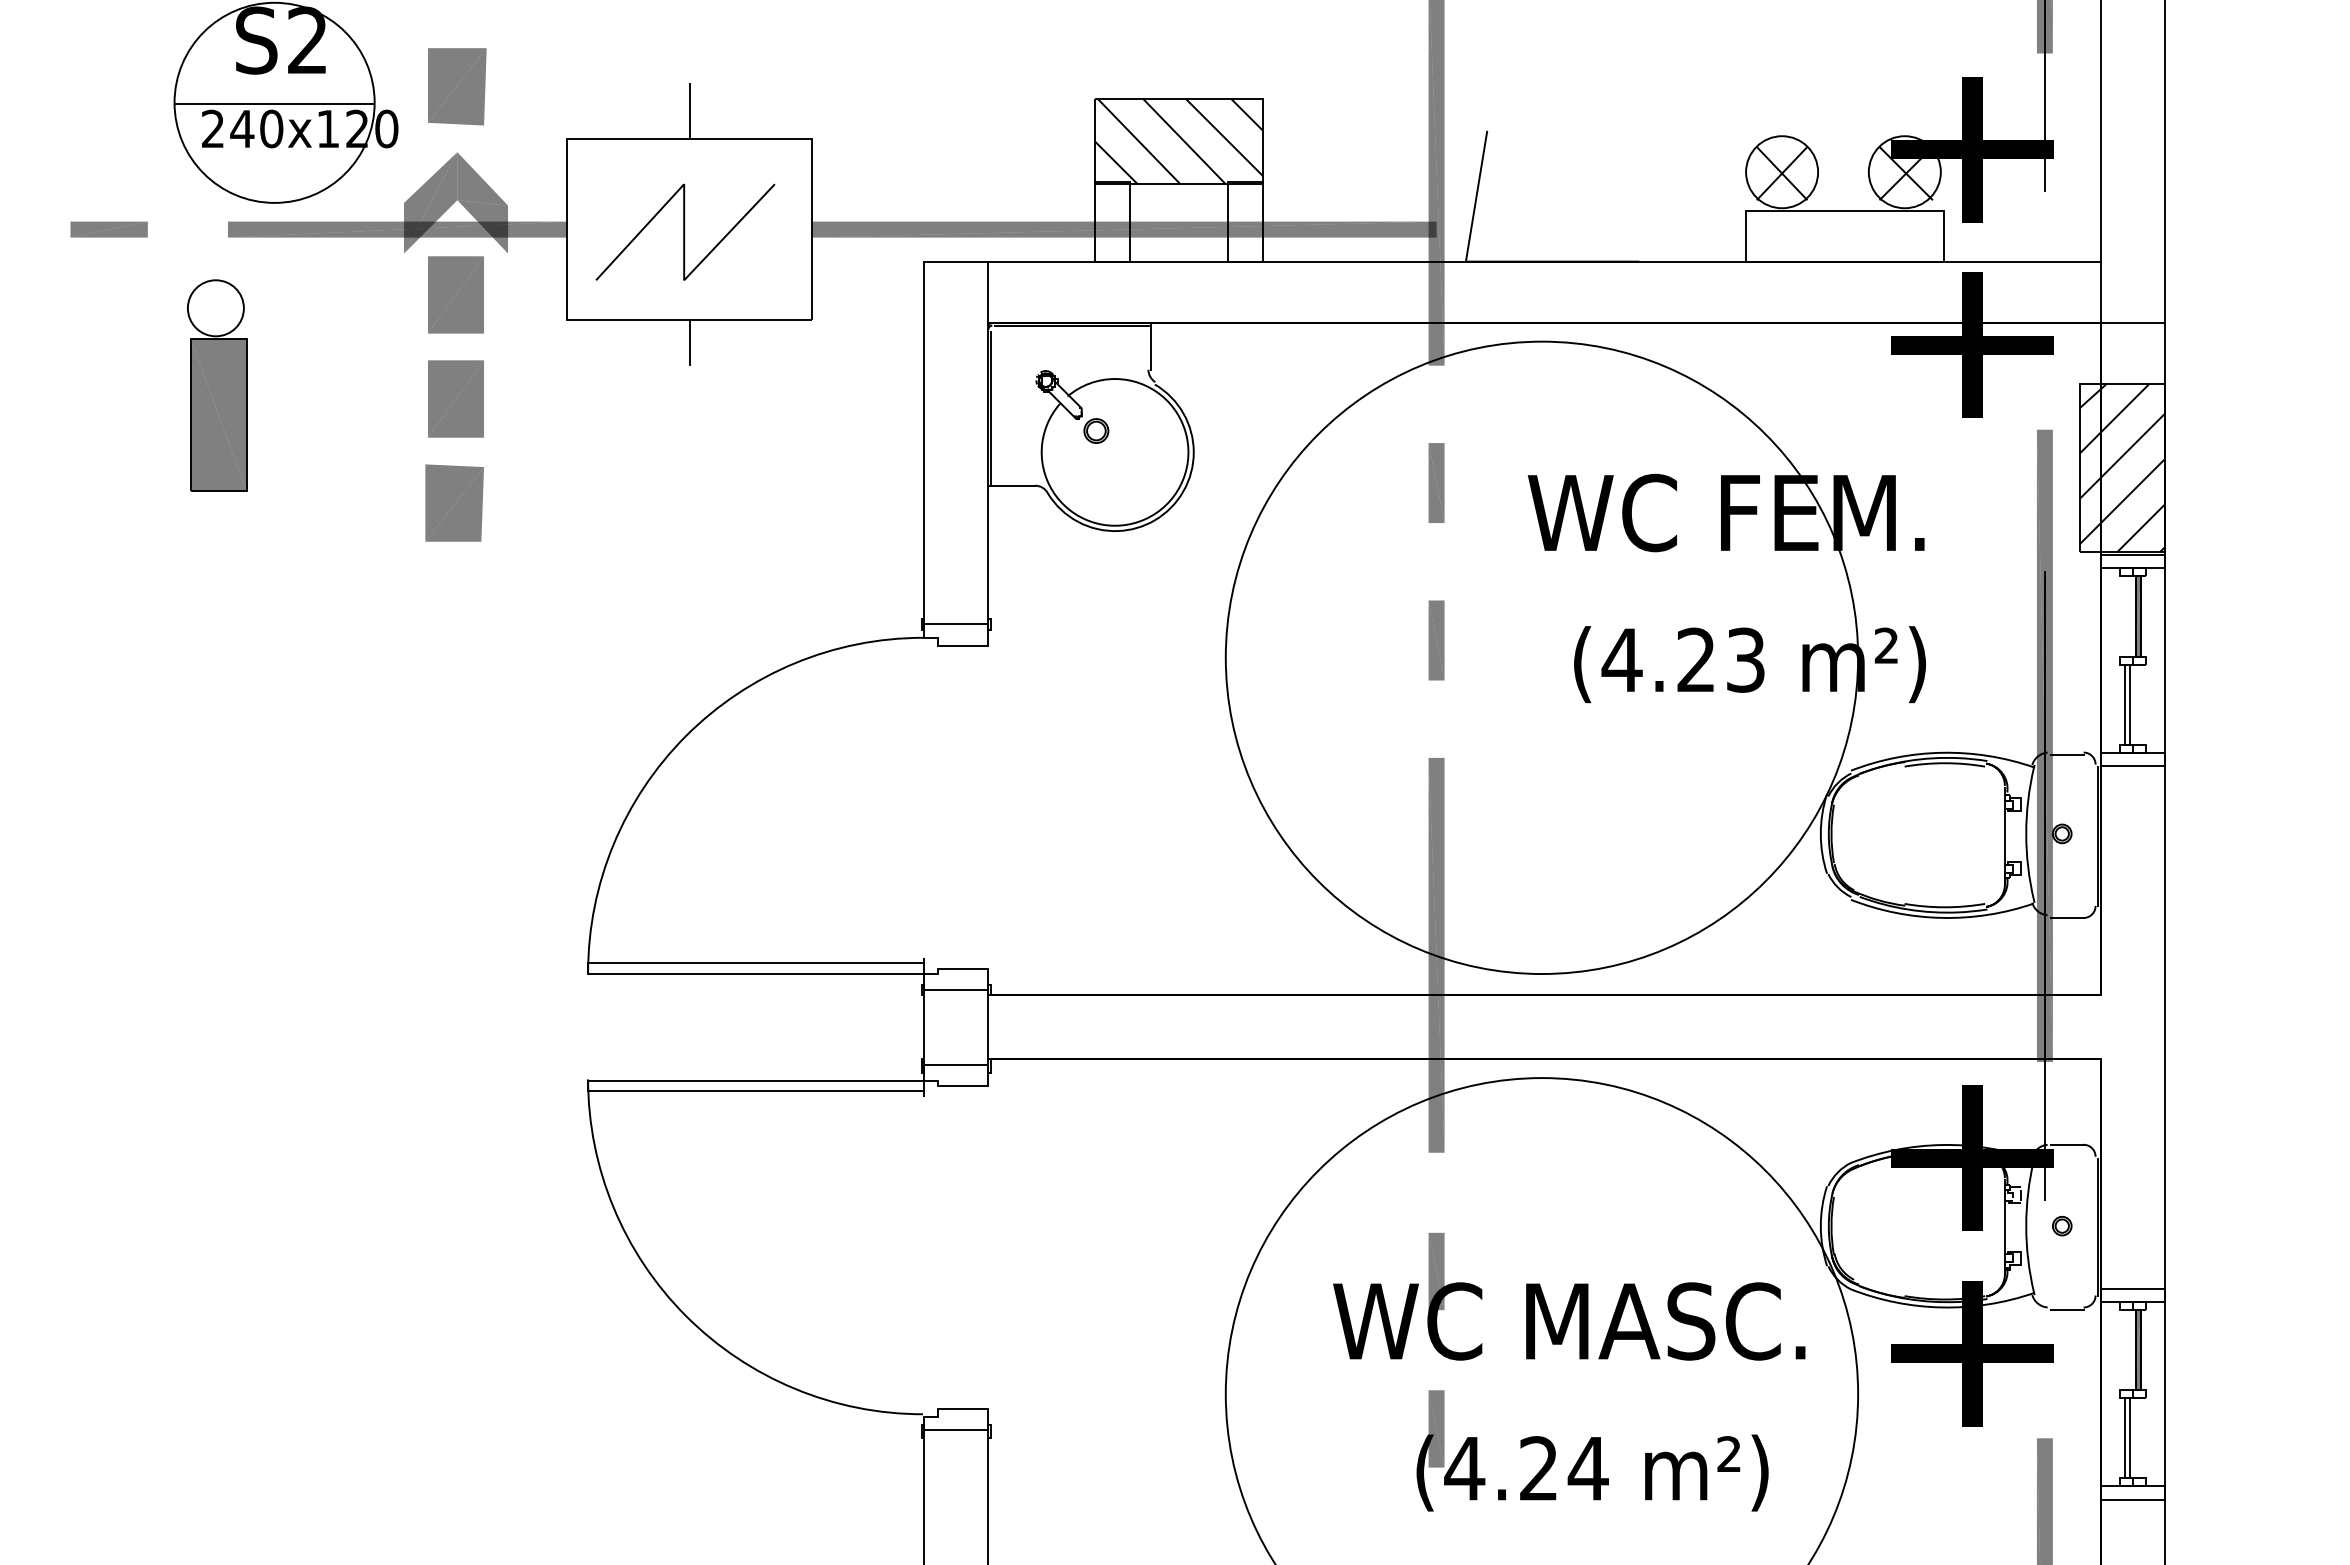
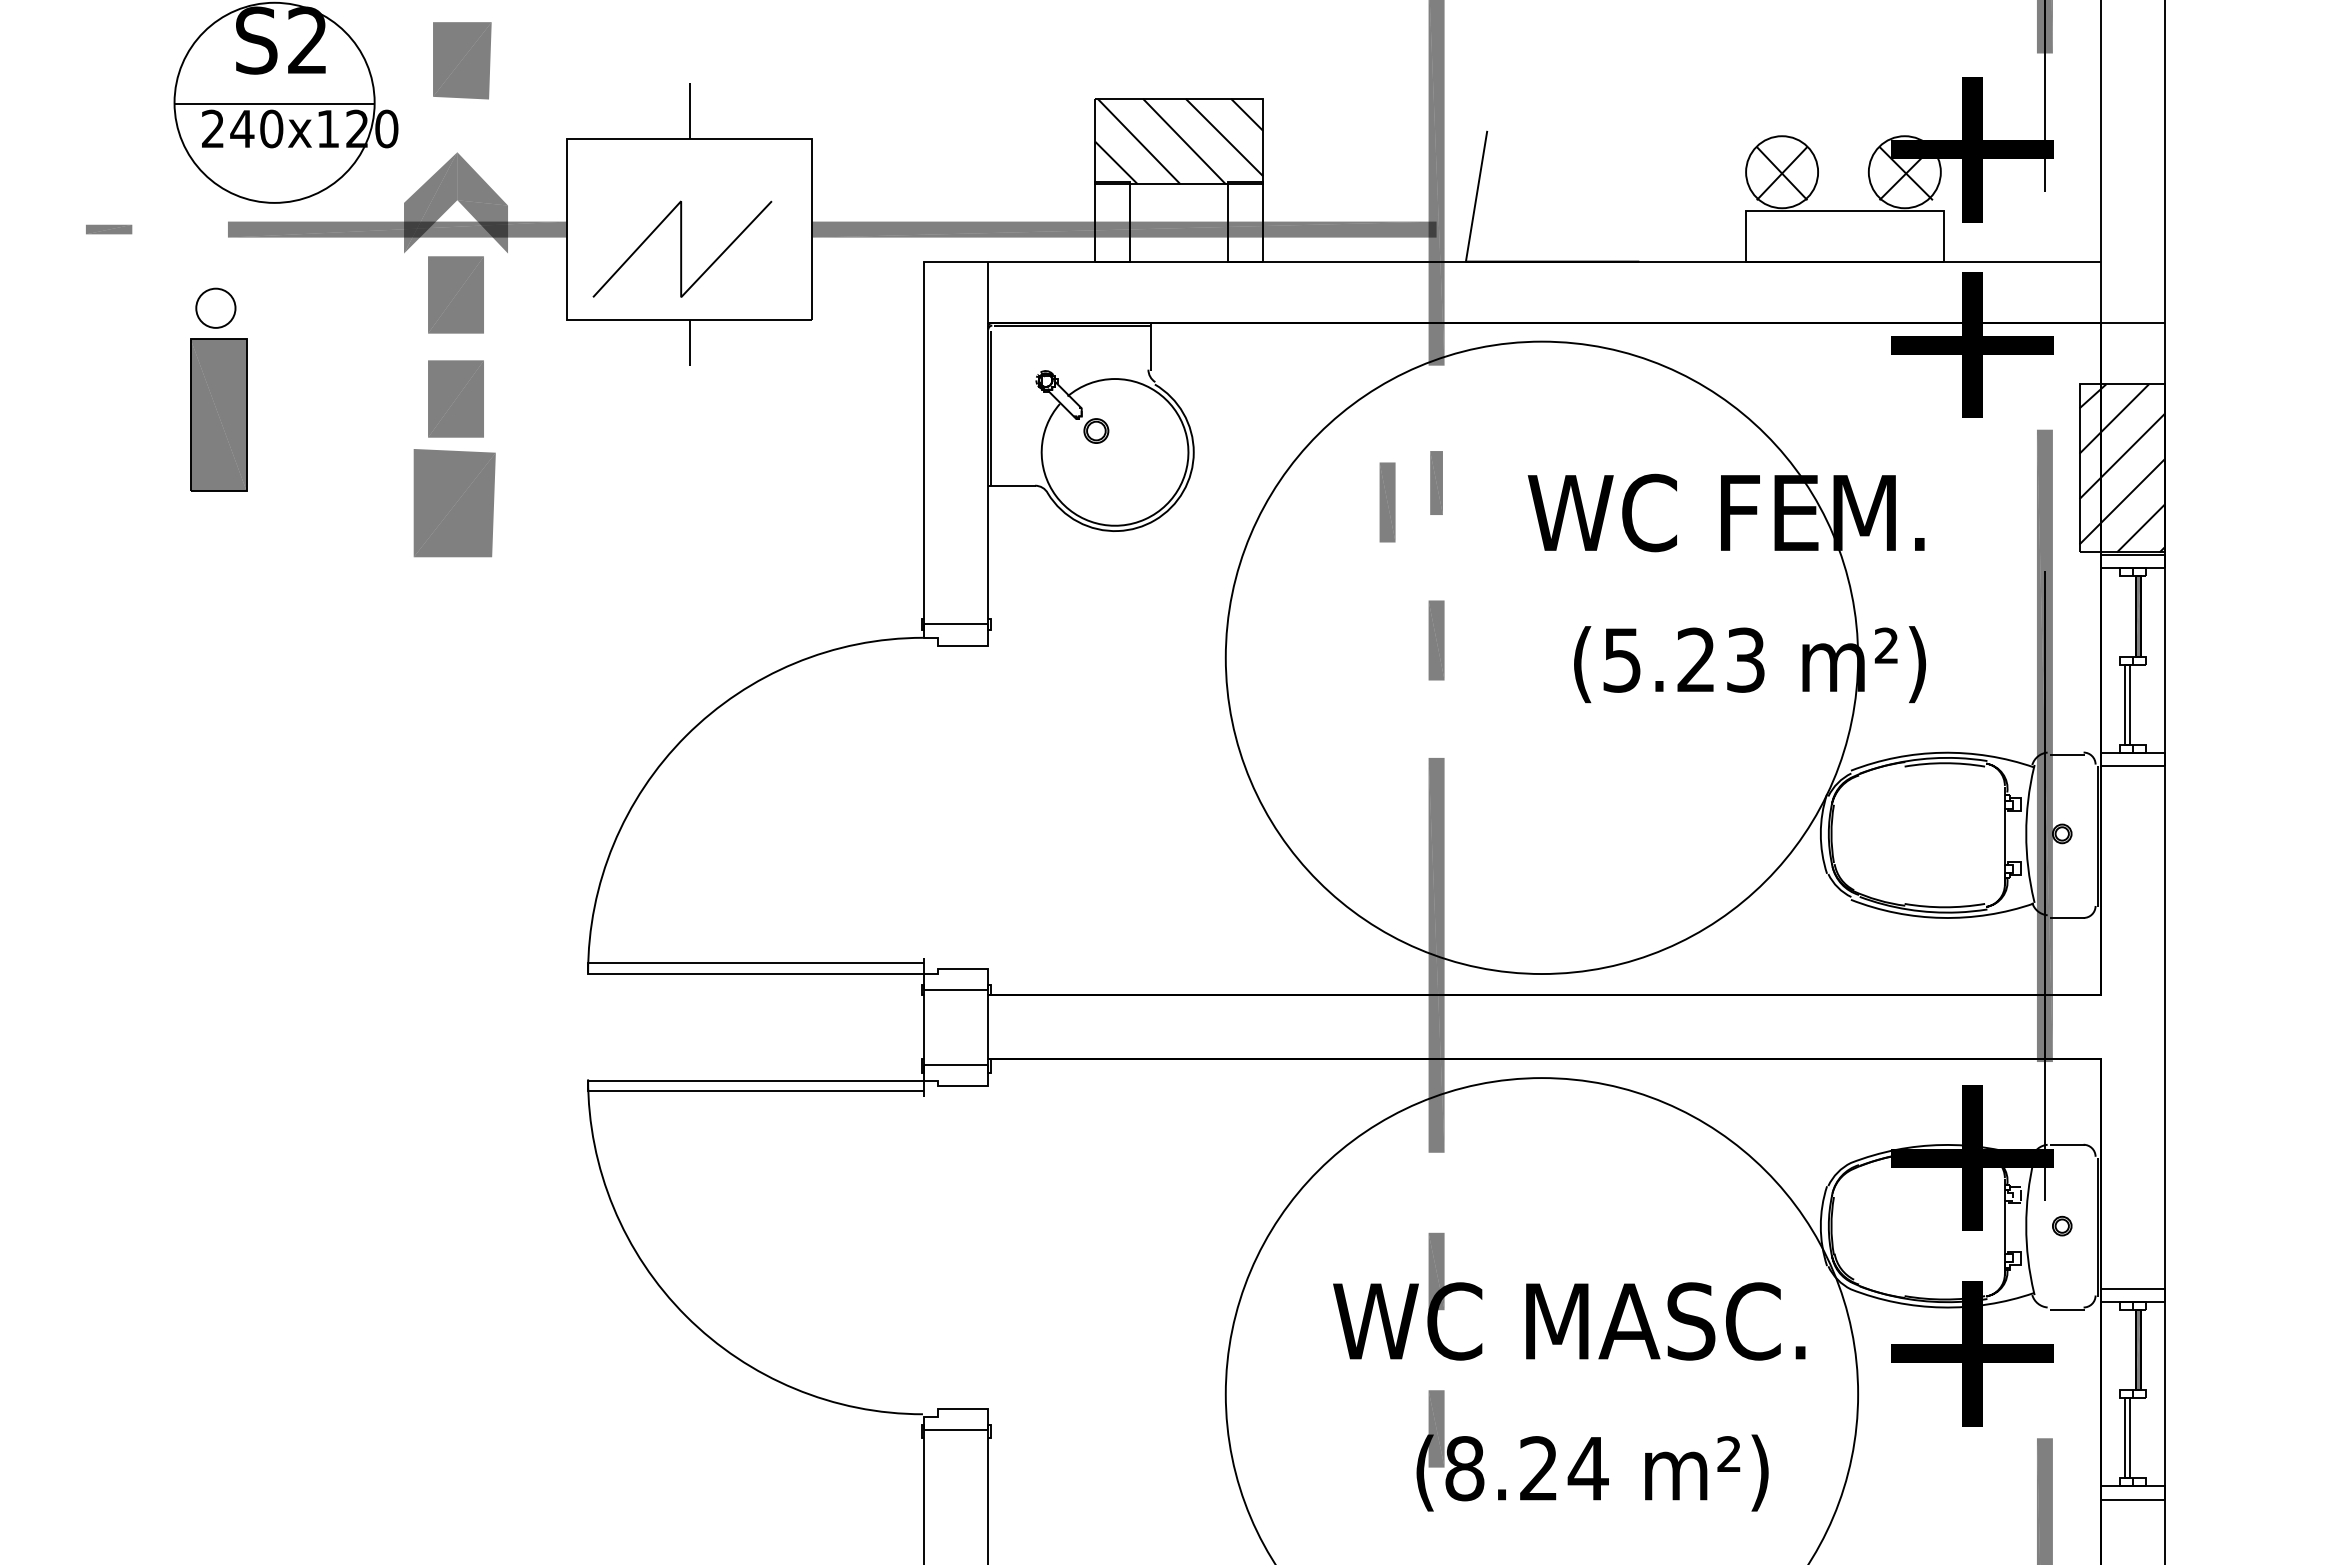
part at (457, 86) position: (457, 86) -> (462, 60)
part at (108, 229) size: 78x17 px -> 47x11 px
line at (685, 231) position: (685, 231) -> (682, 248)
circle at (215, 308) diameter: 56 px -> 39 px
part at (1436, 482) size: 17x80 px -> 13x64 px
part at (454, 502) size: 59x78 px -> 83x109 px
part at (1387, 502): none -> present
text at (1621, 660): (4.23 -> (5.23
text at (1464, 1468): (4.24 -> (8.24
